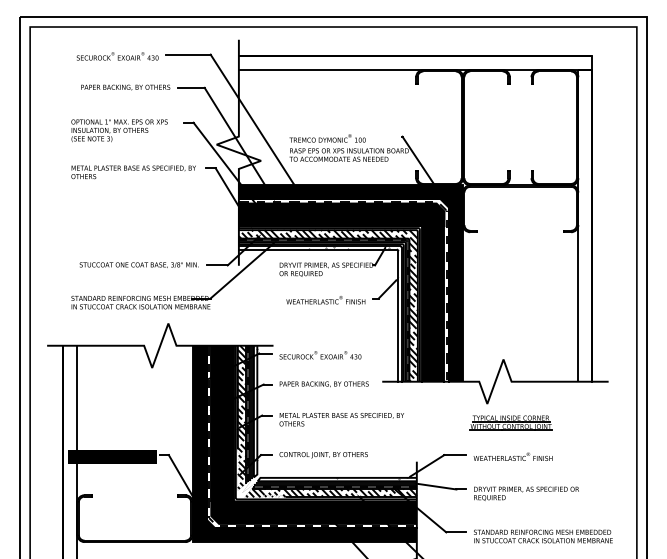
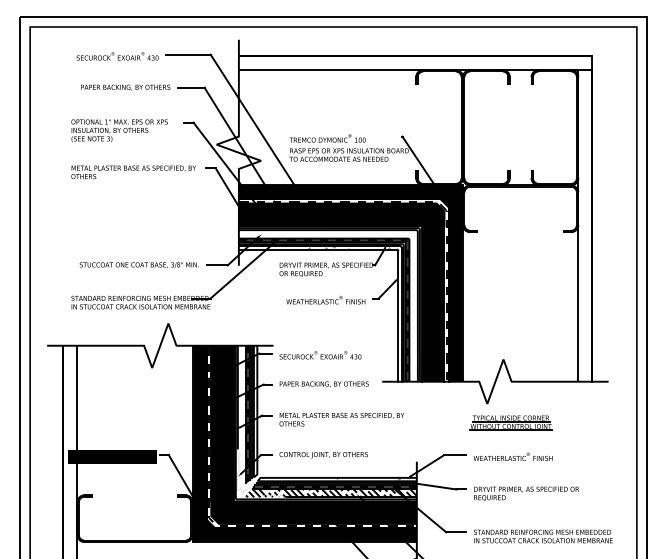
hatch at (327, 305): present -> none
hatch at (241, 416): present -> none
